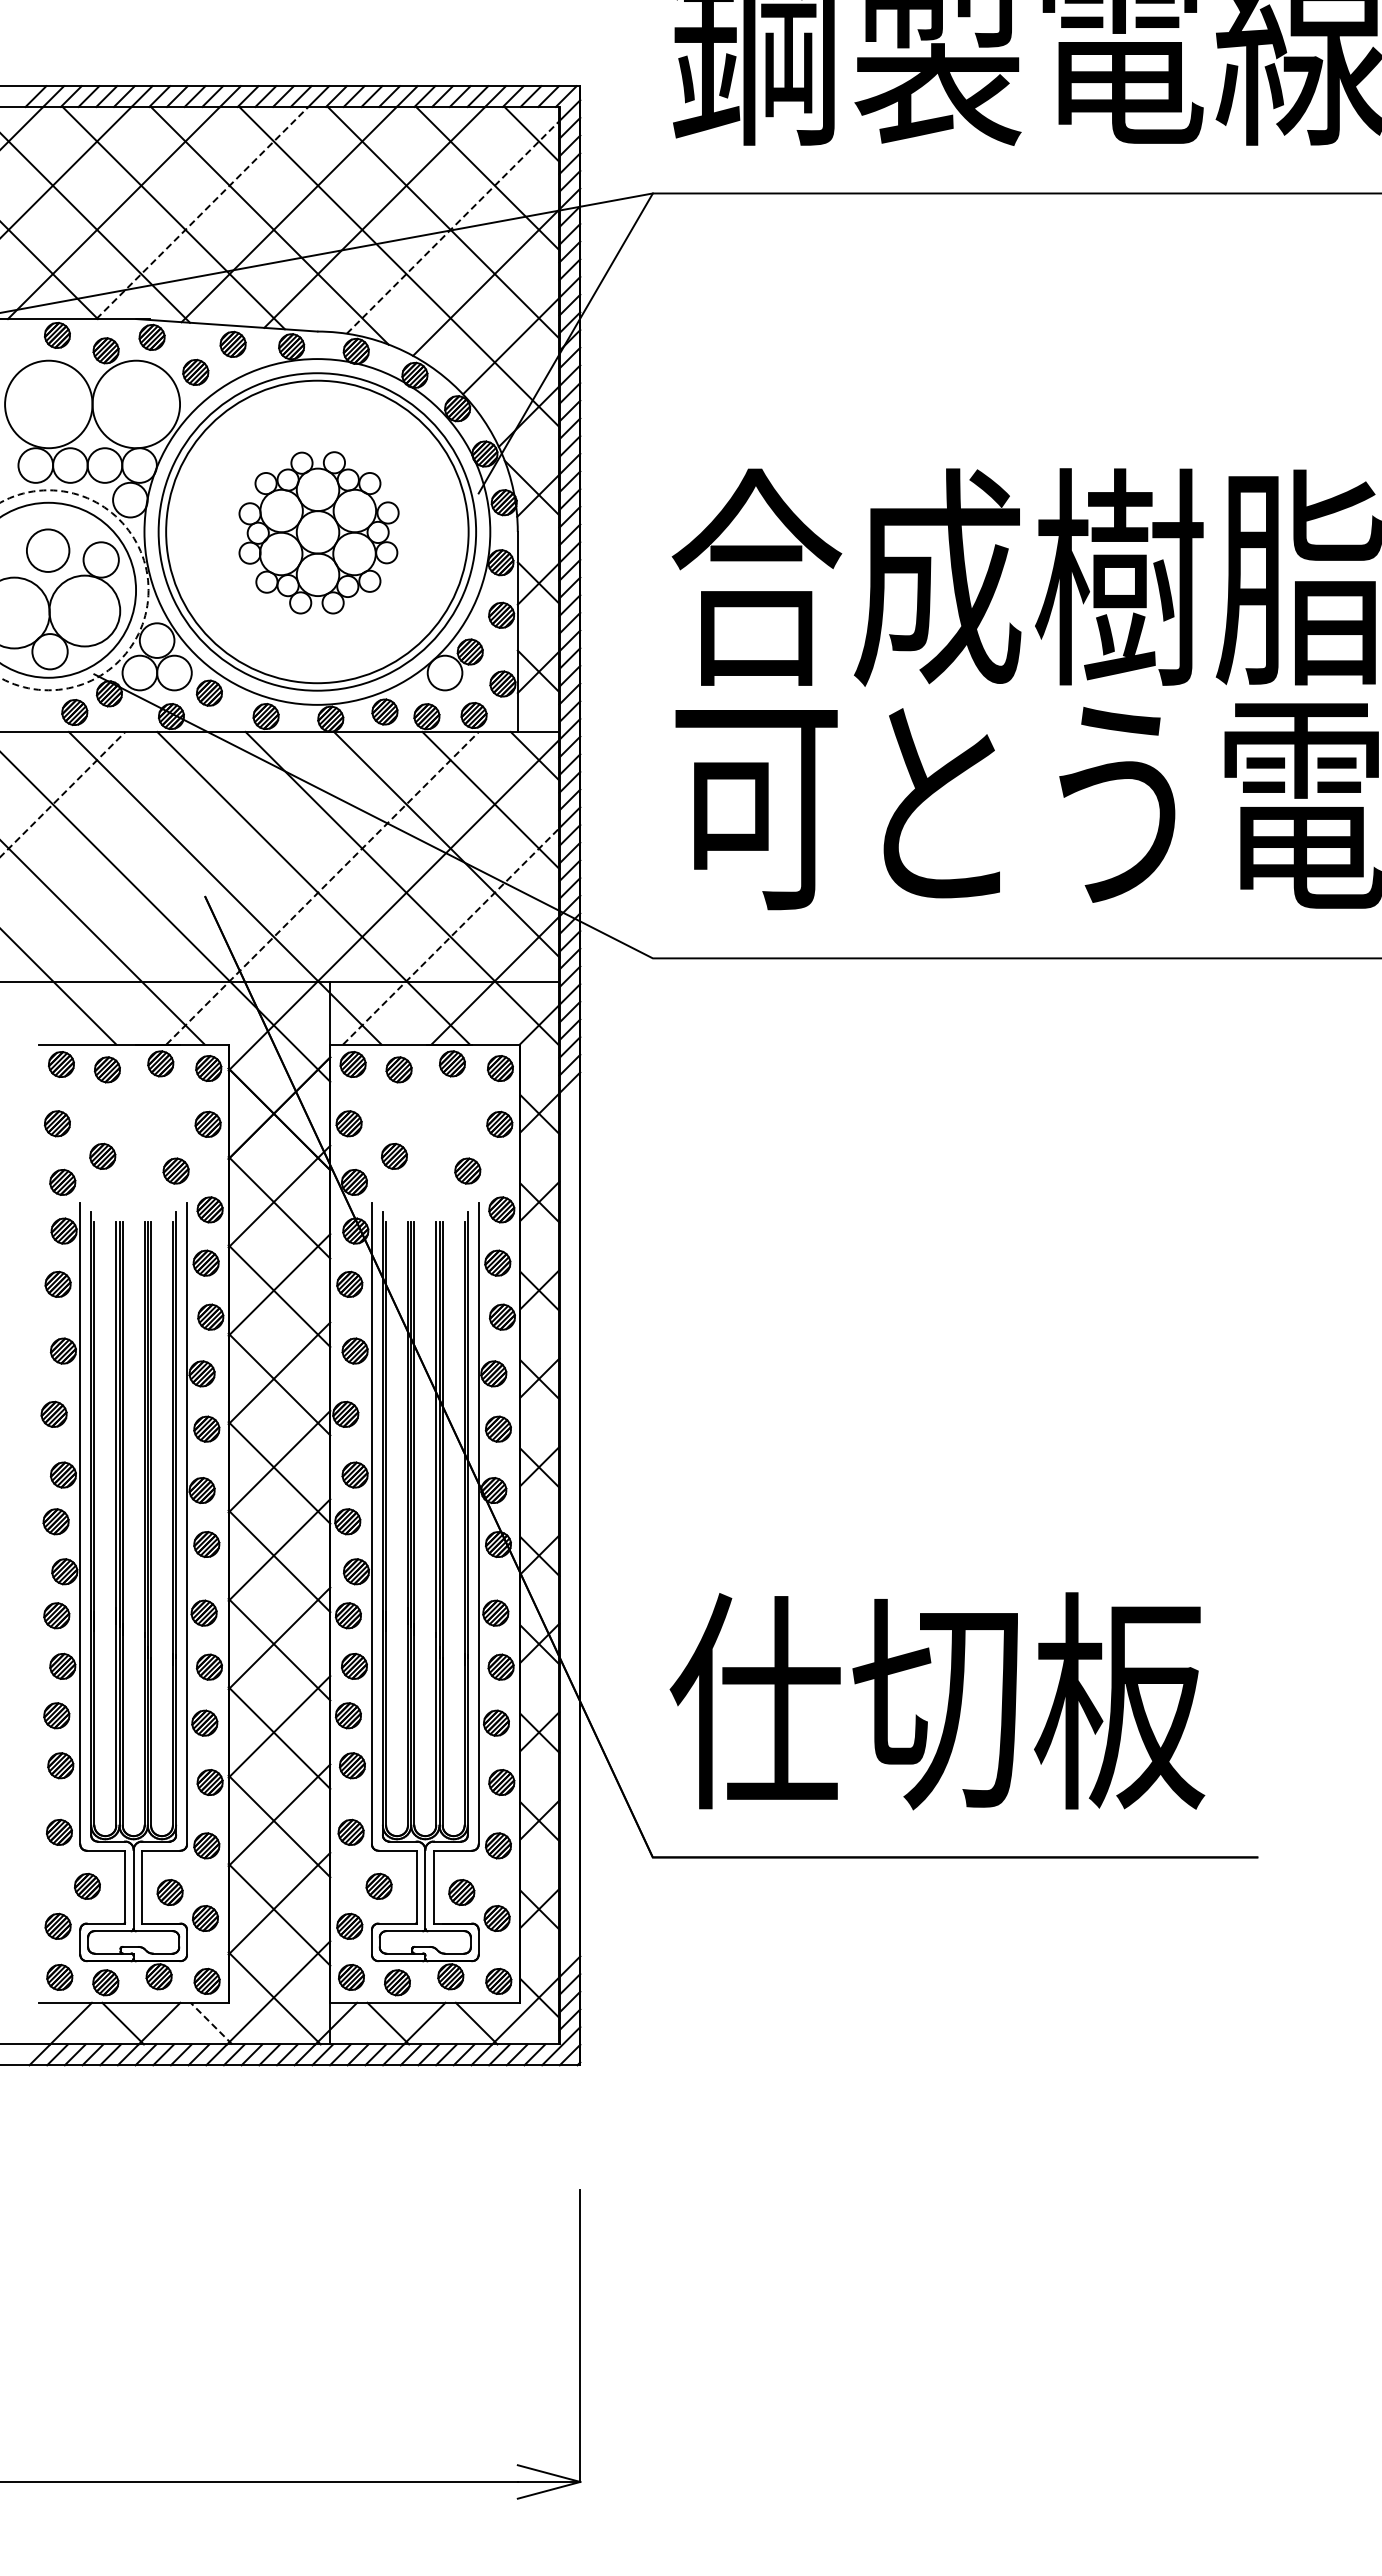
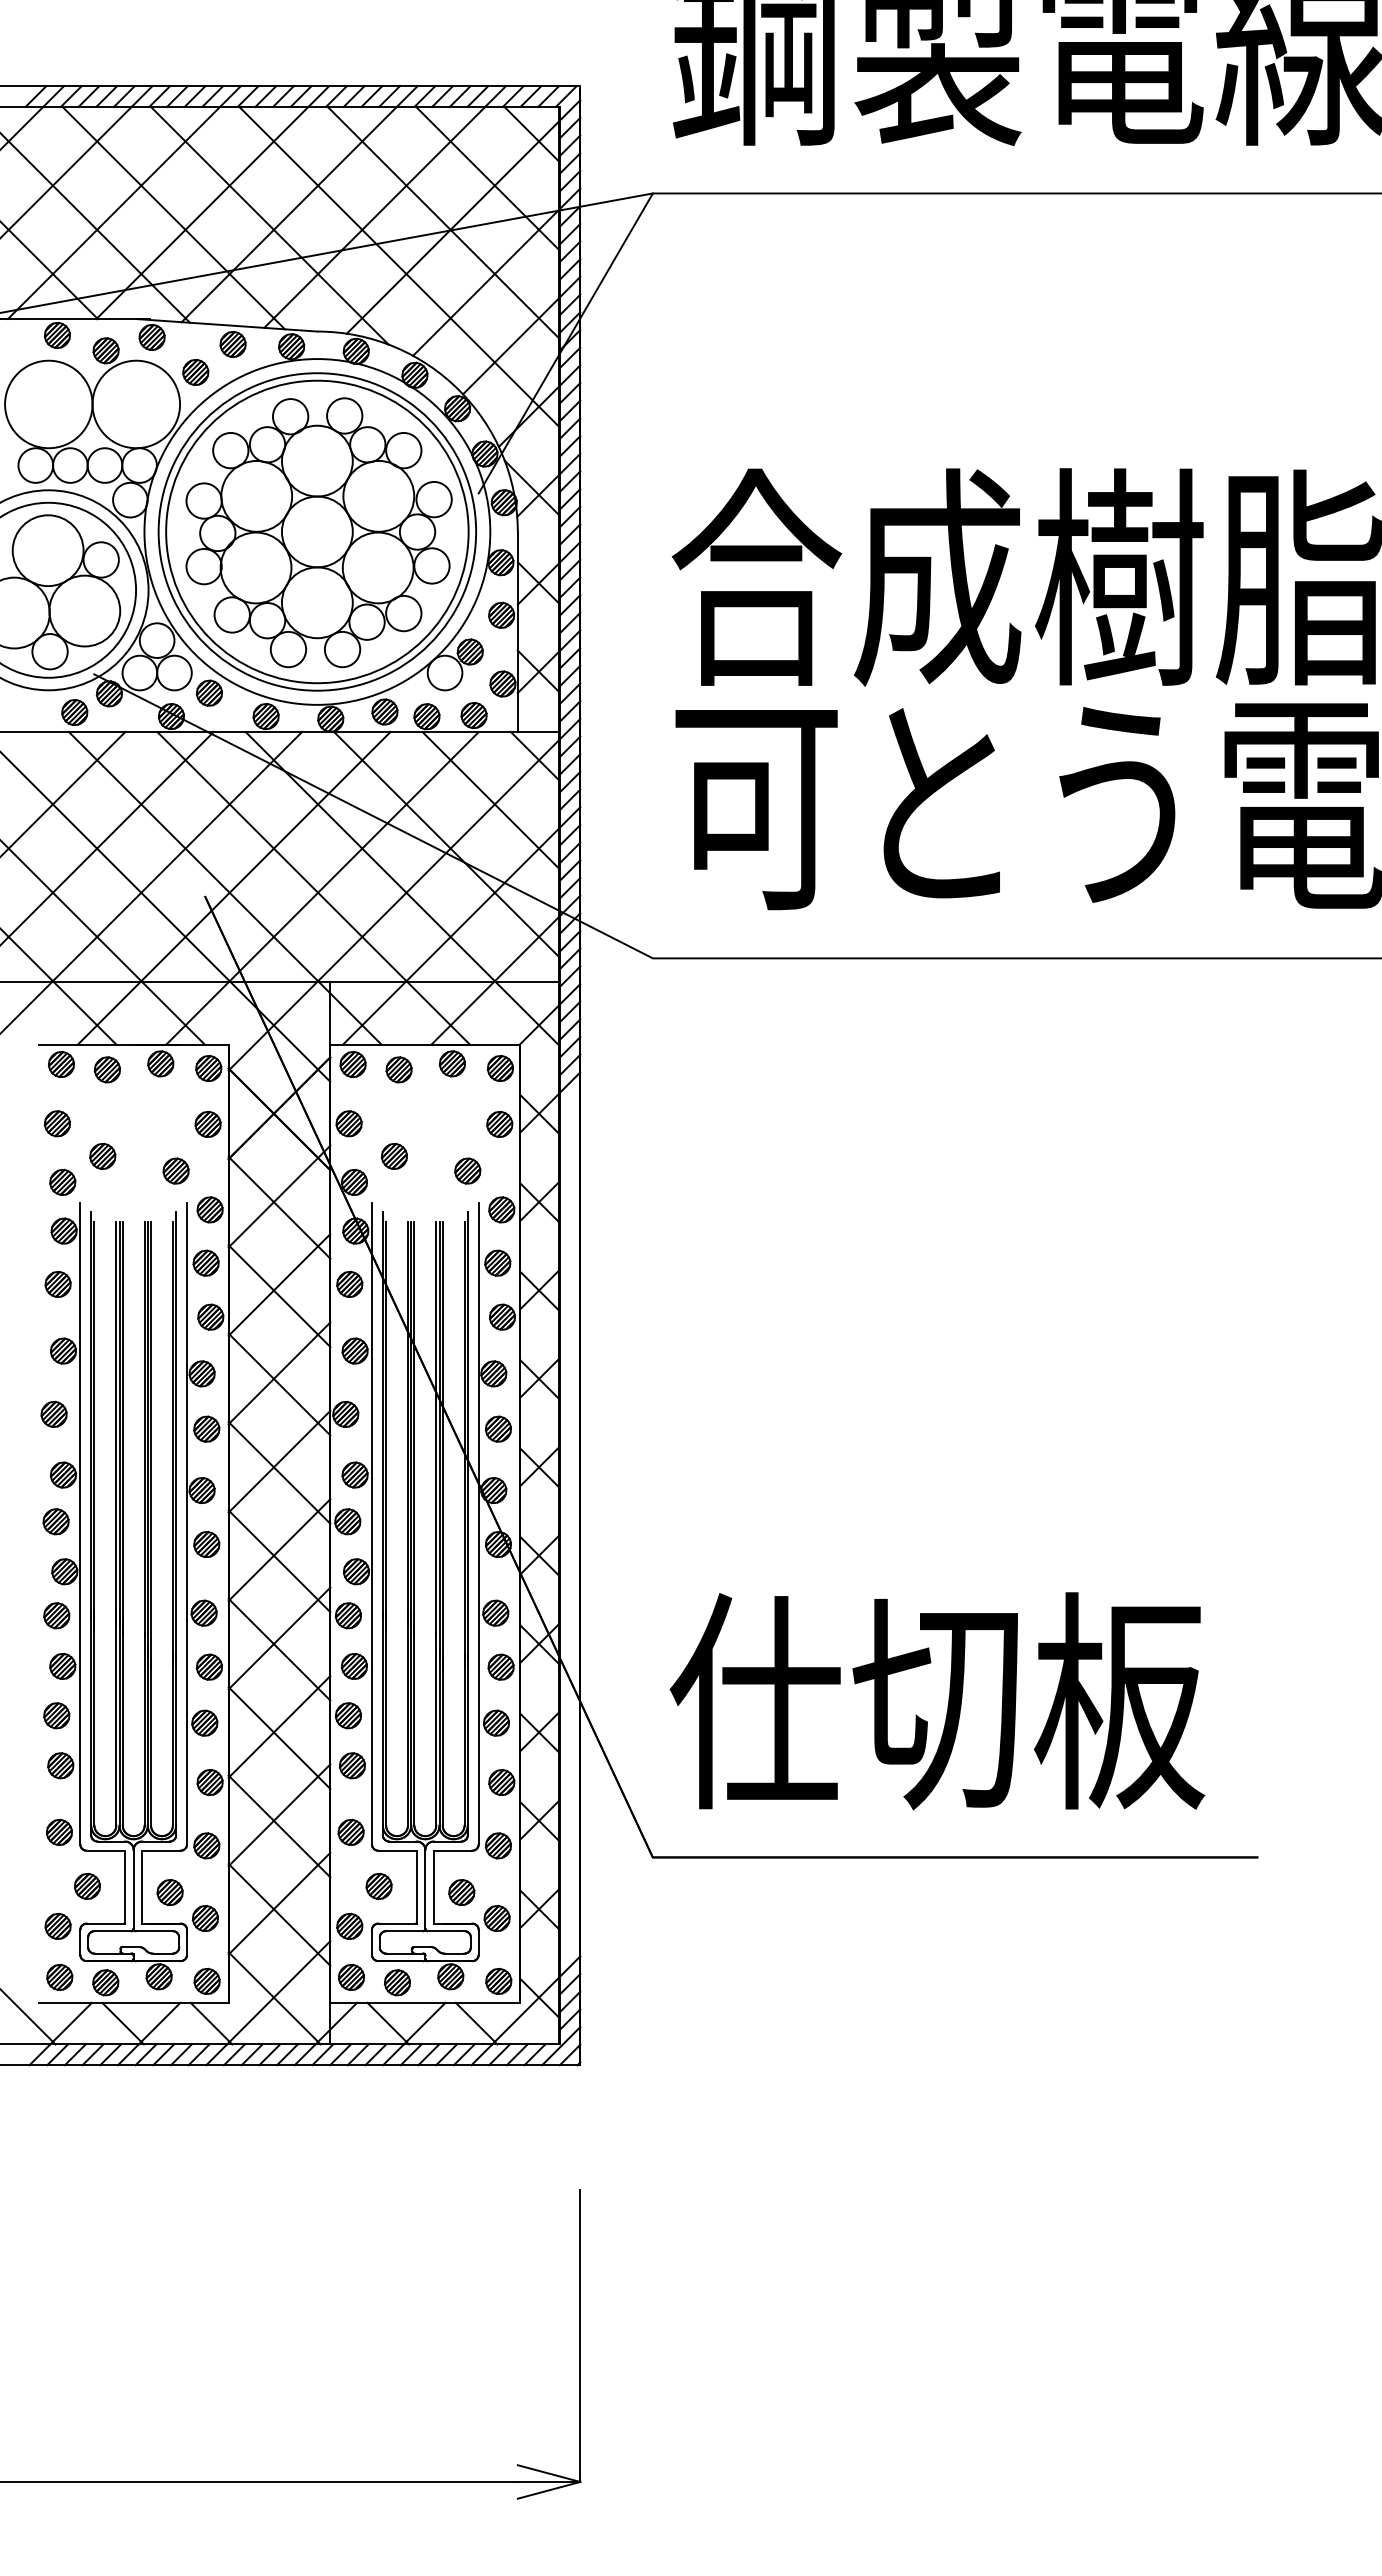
line at (202, 213): dashed -> solid
line at (453, 227): dashed -> solid
part at (318, 532) size: 162x164 px -> 268x272 px
circle at (47, 550) diameter: 42 px -> 71 px
circle at (74, 590): dashed -> solid
line at (63, 794): dashed -> solid
line at (107, 837): none -> present
line at (152, 881): none -> present
line at (233, 887): none -> present
line at (322, 888): dashed -> solid
line at (451, 936): dashed -> solid
line at (28, 2017): none -> present
line at (211, 2023): dashed -> solid
